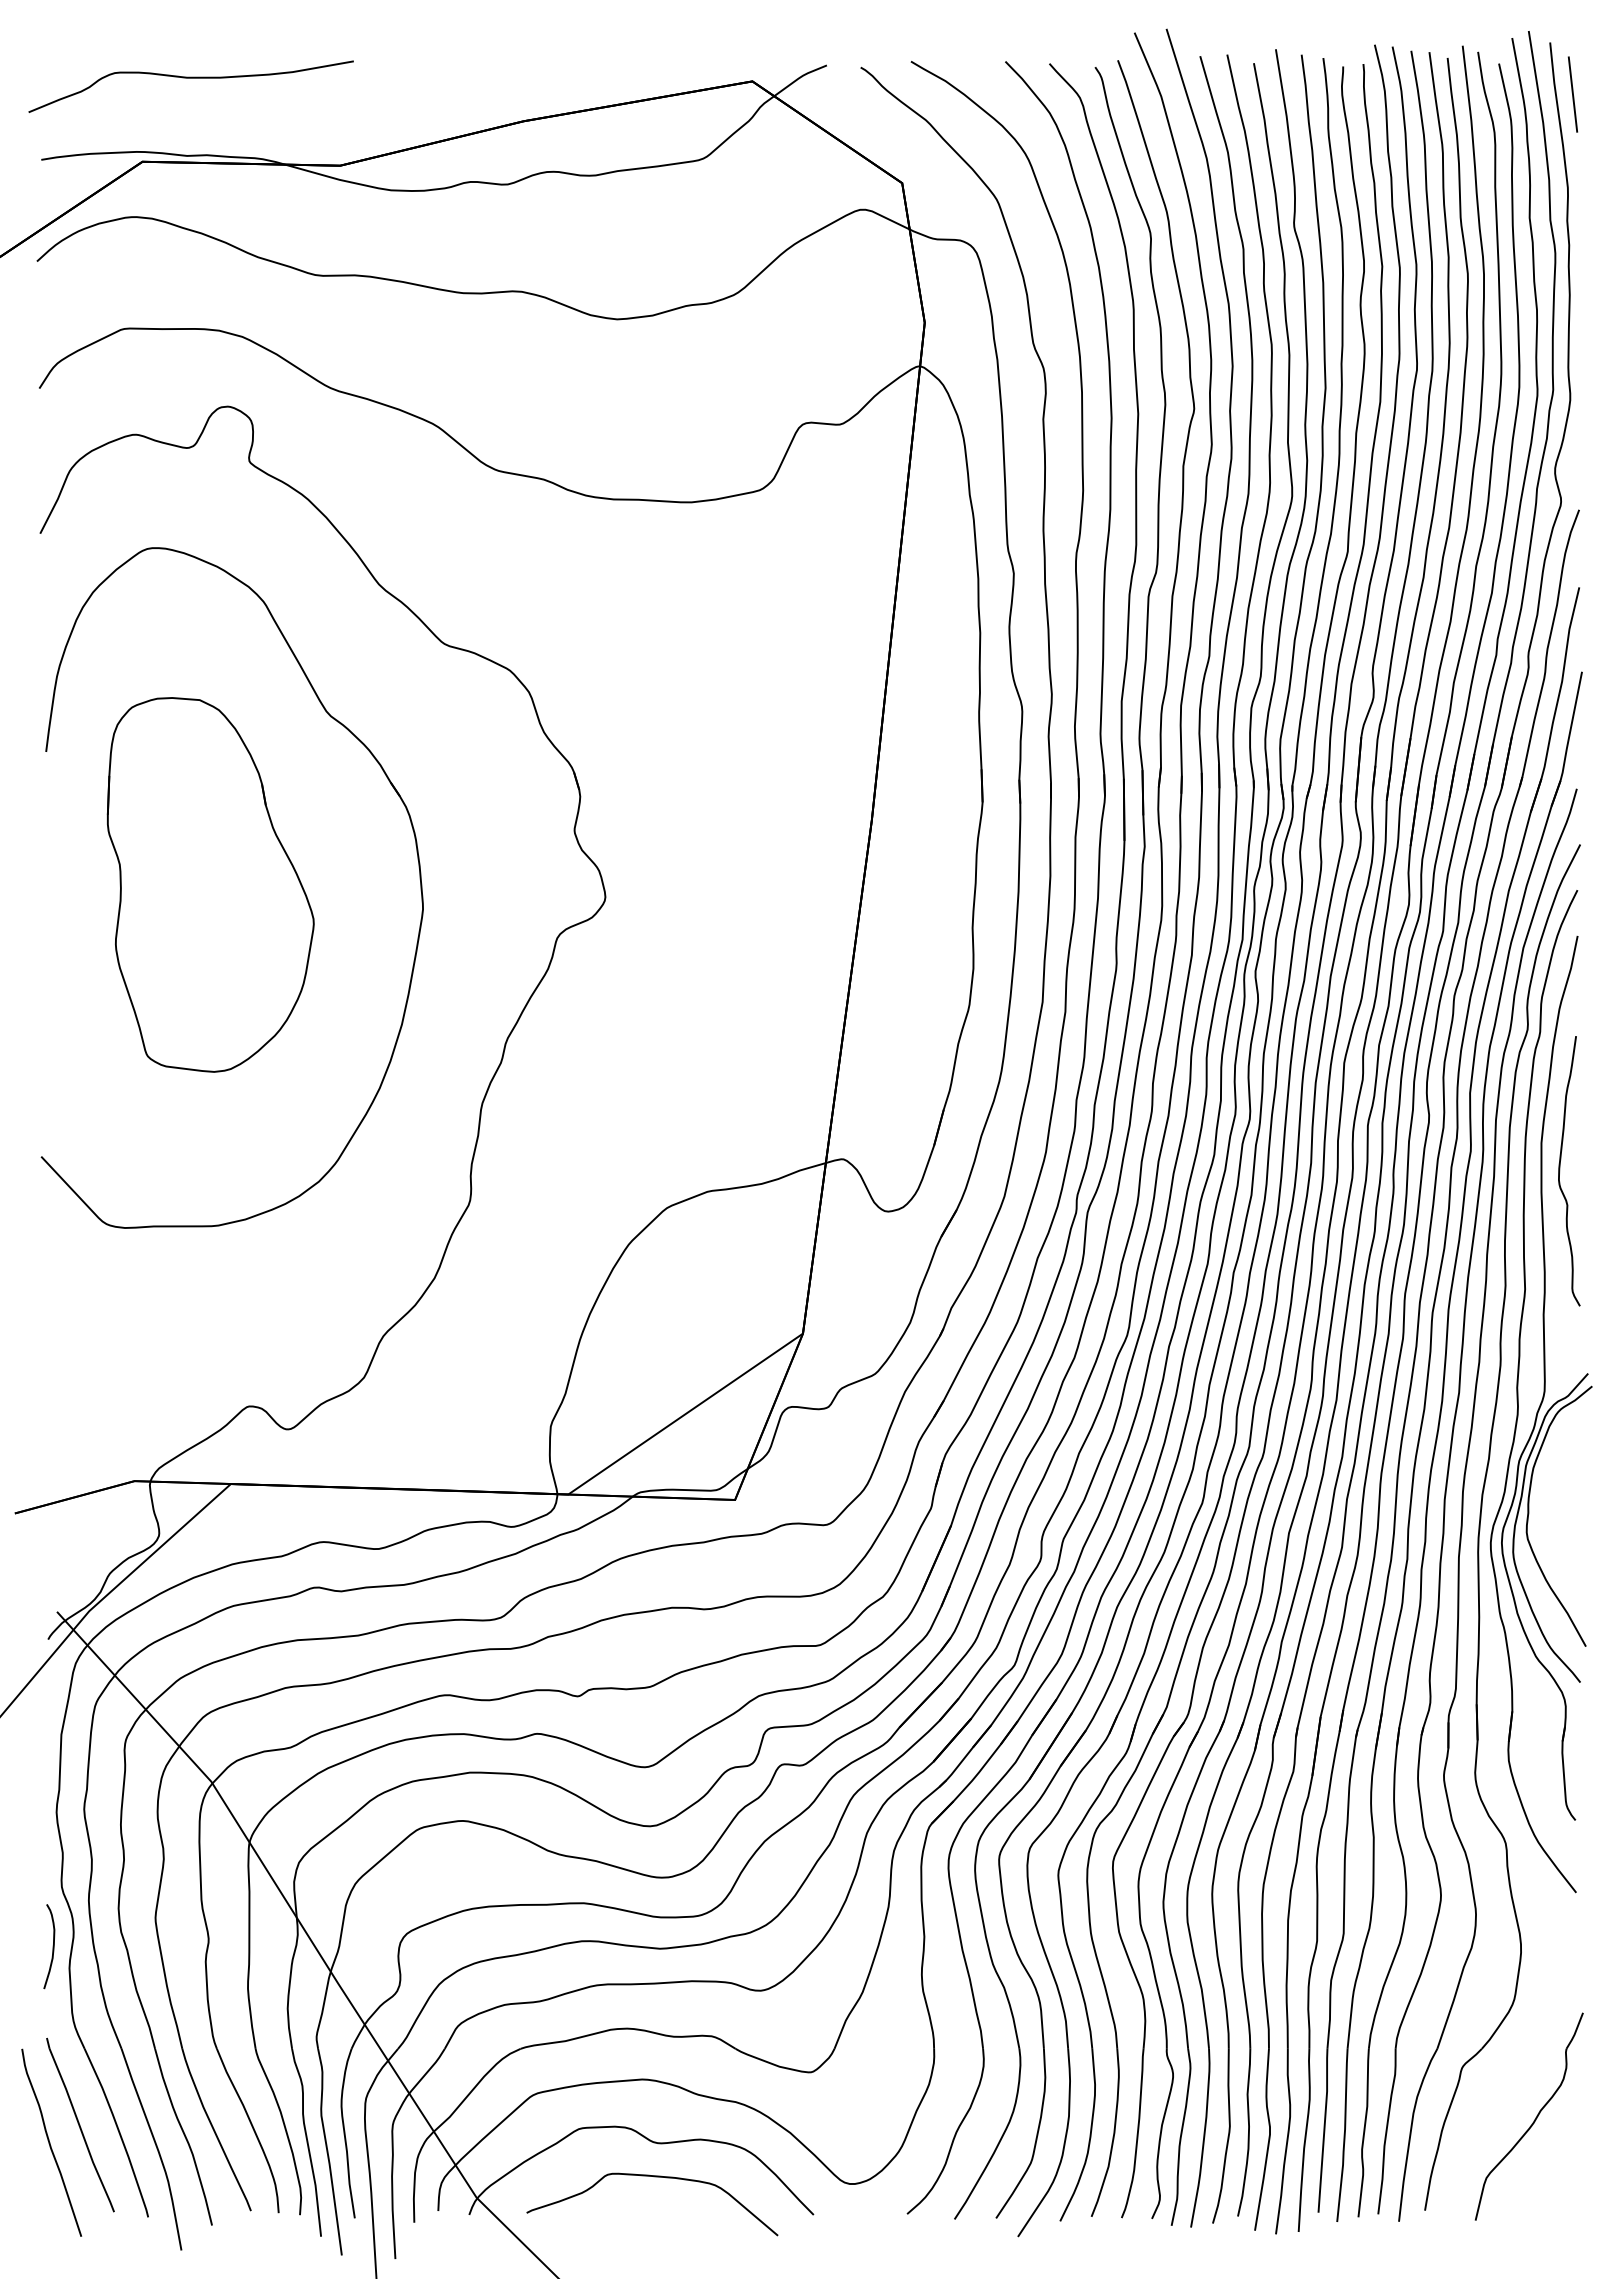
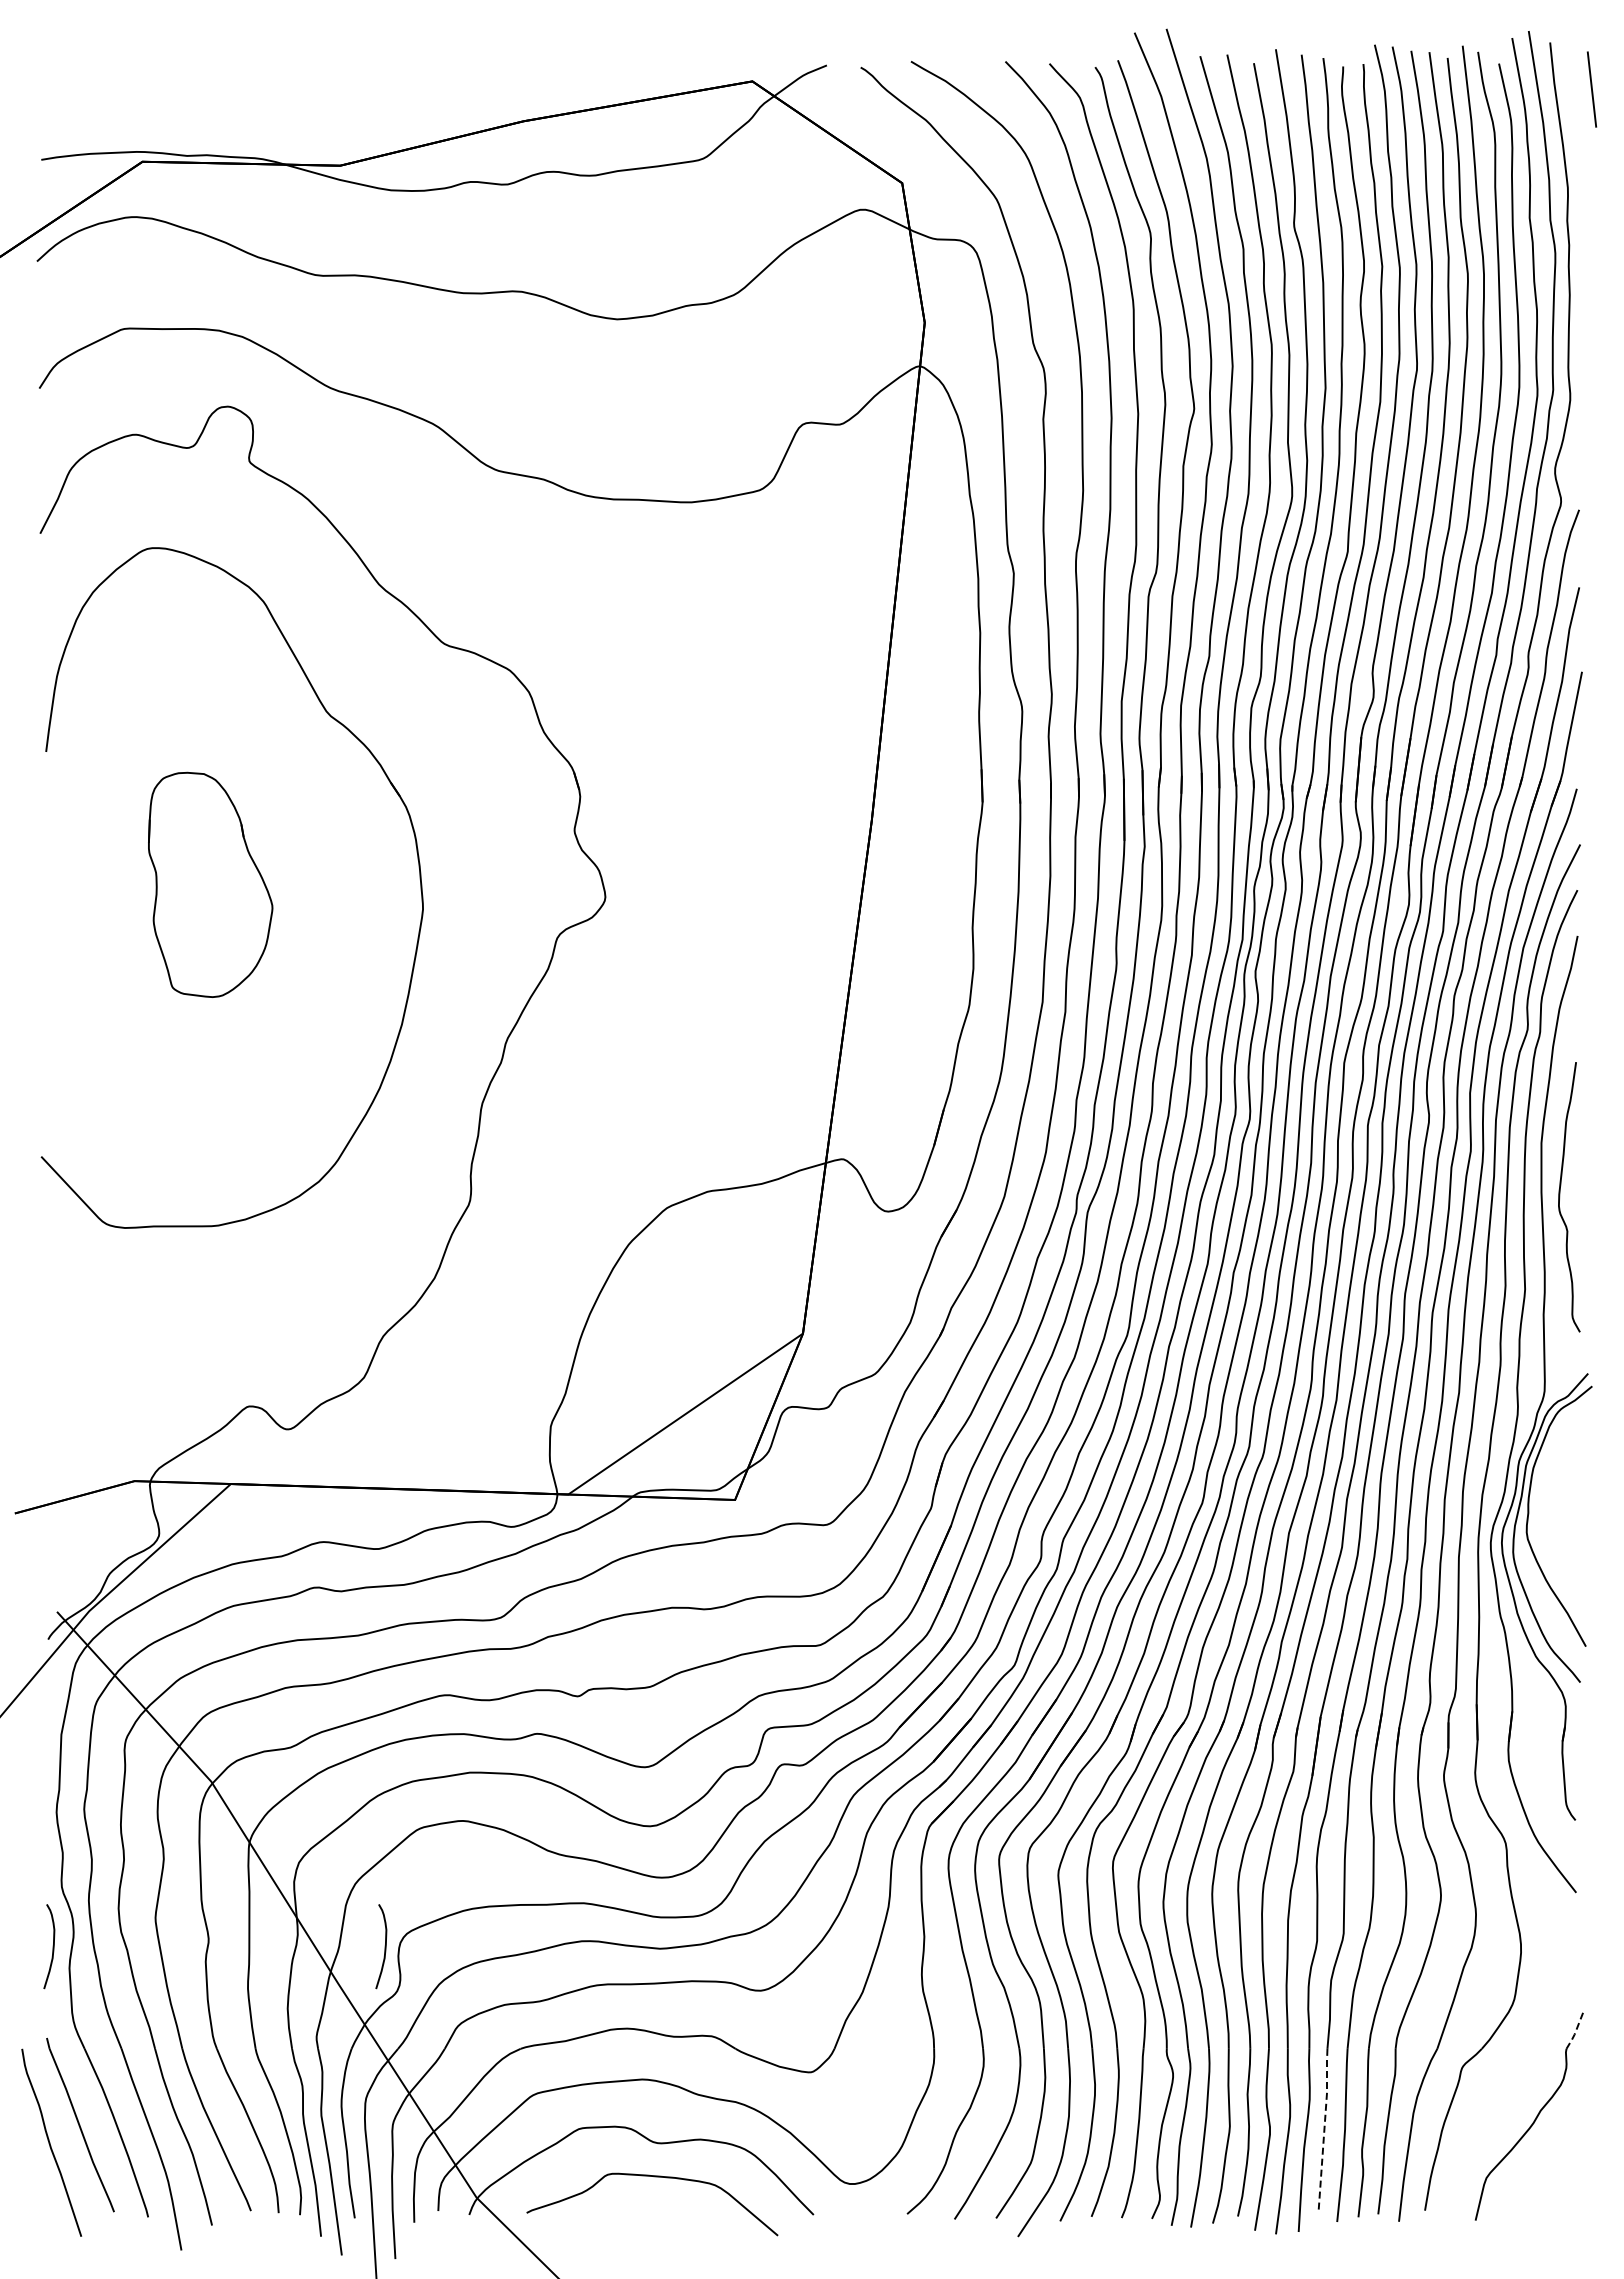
curve at (190, 78): present -> none
line at (1572, 94) position: (1572, 94) -> (1591, 89)
part at (210, 884) size: 209x376 px -> 126x227 px
curve at (1560, 1171) position: (1560, 1171) -> (1560, 1197)
curve at (384, 1946): none -> present
line at (1575, 2032): solid -> dashed
line at (1324, 2129): solid -> dashed
